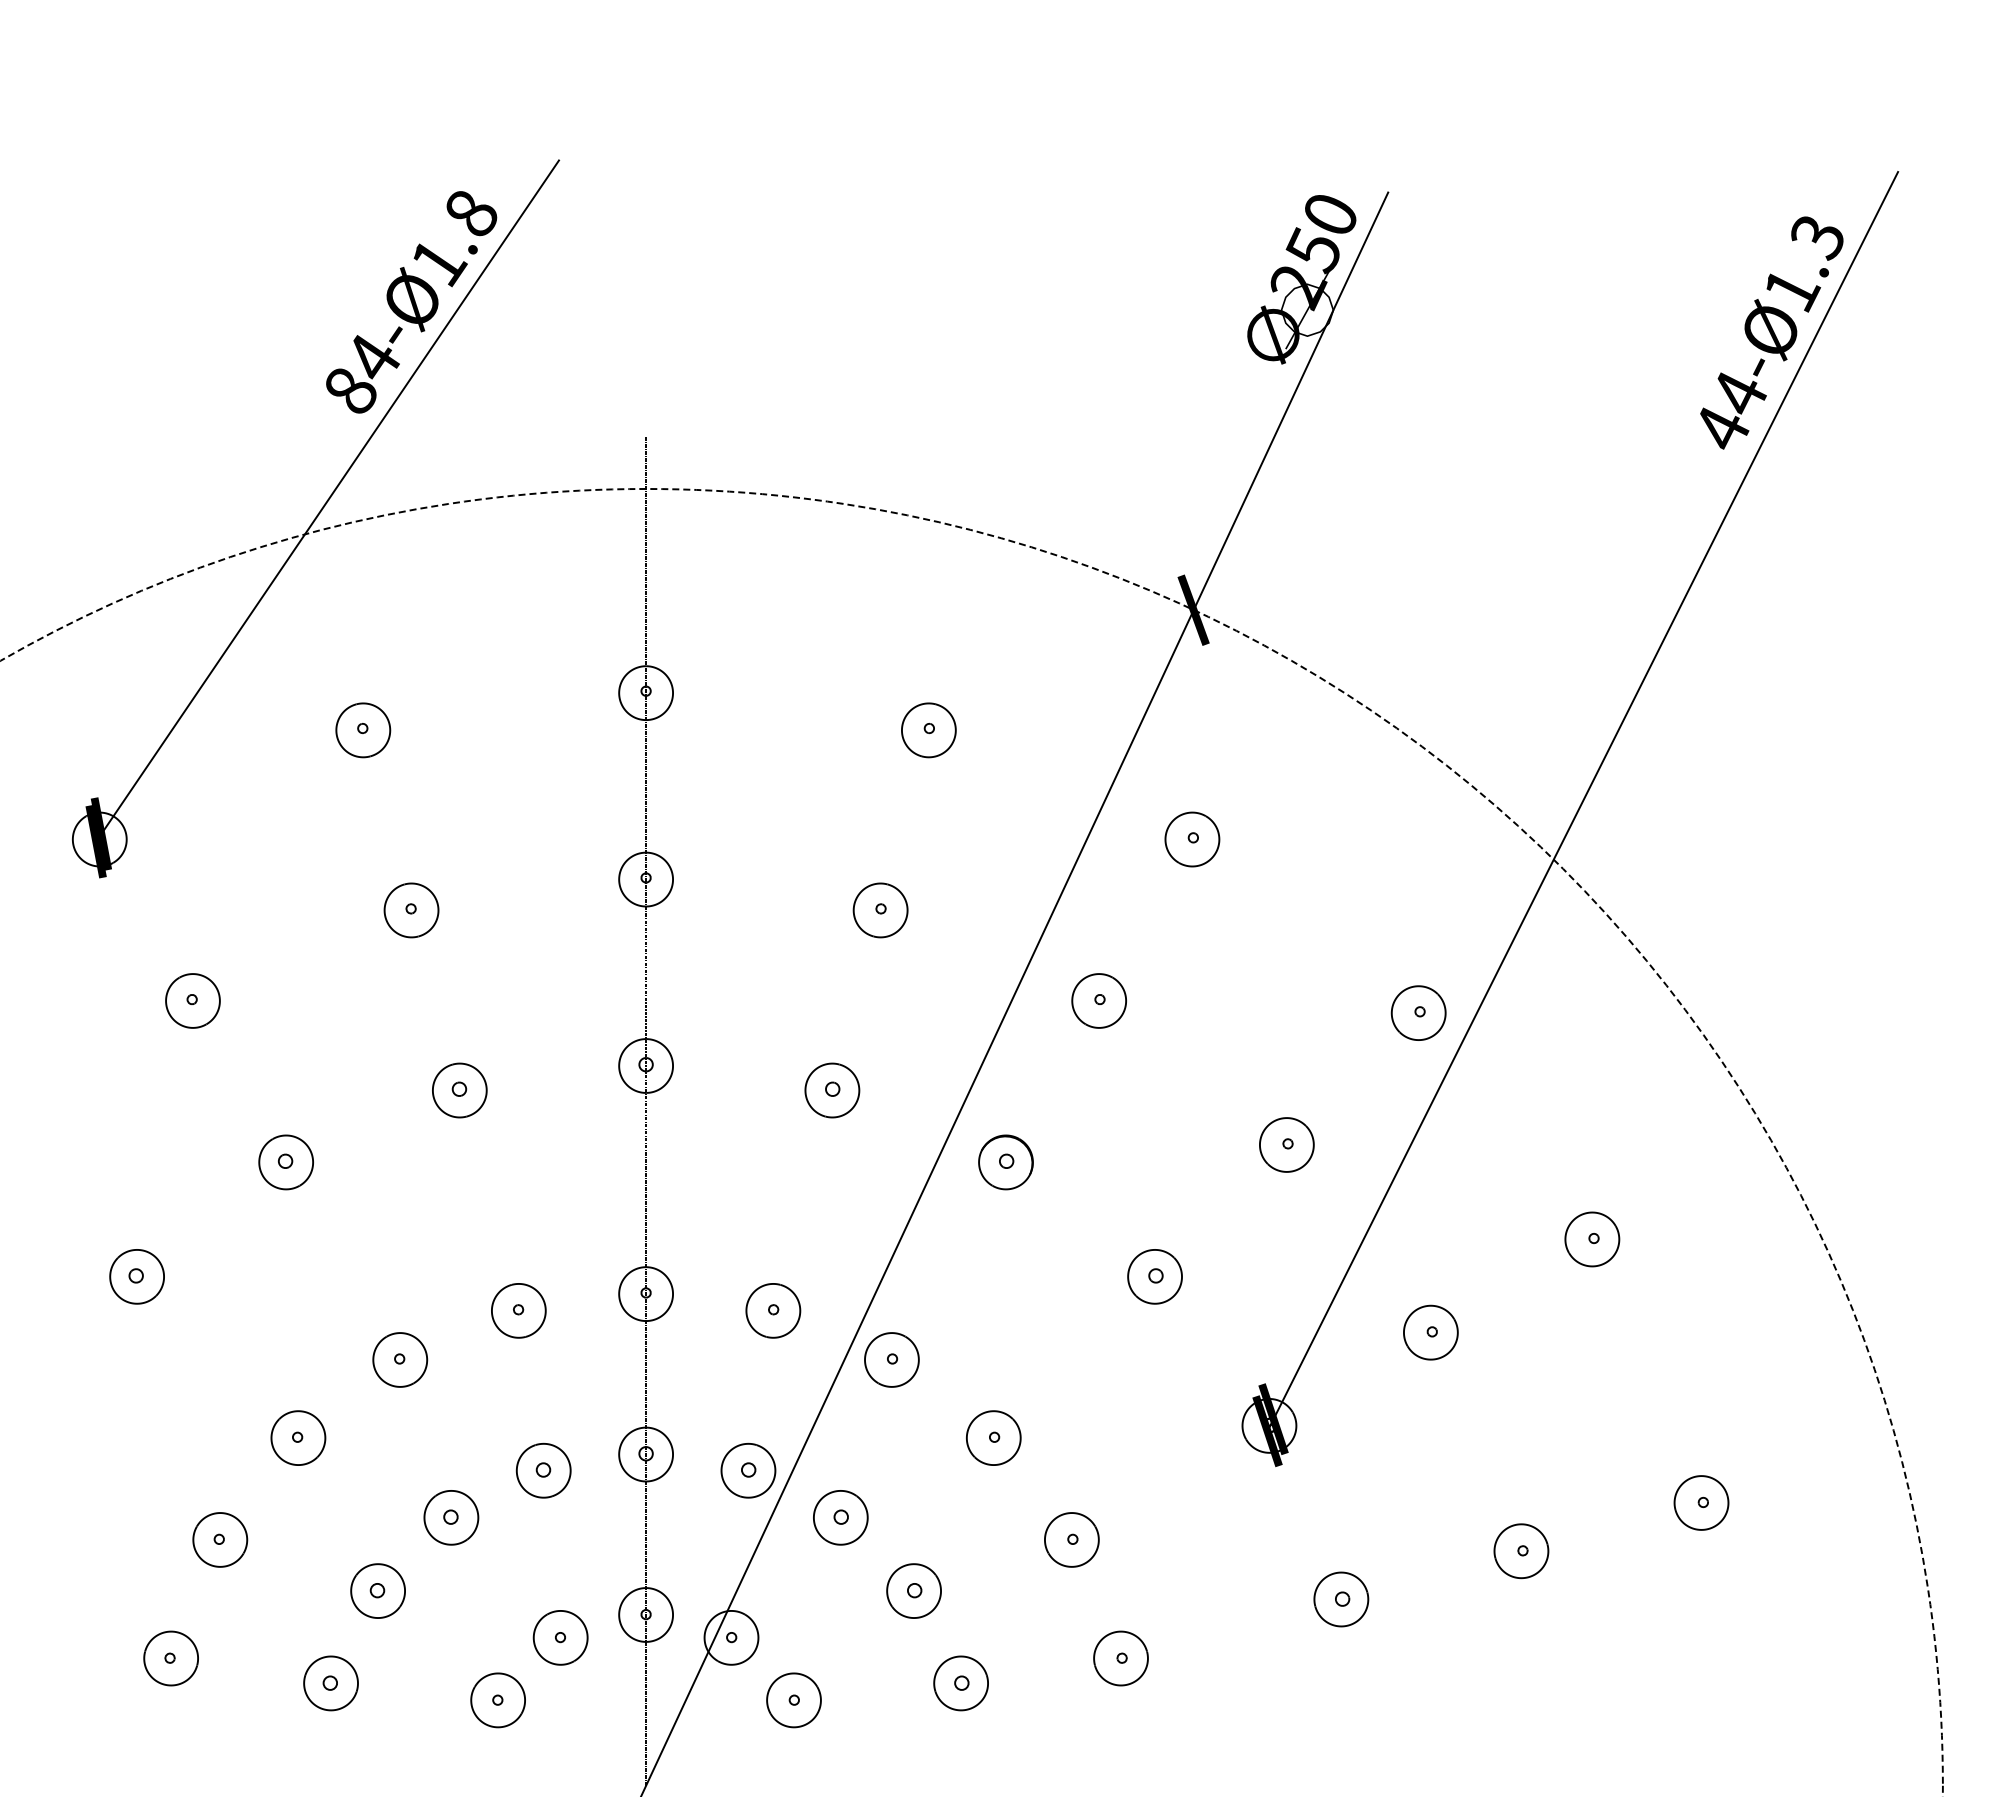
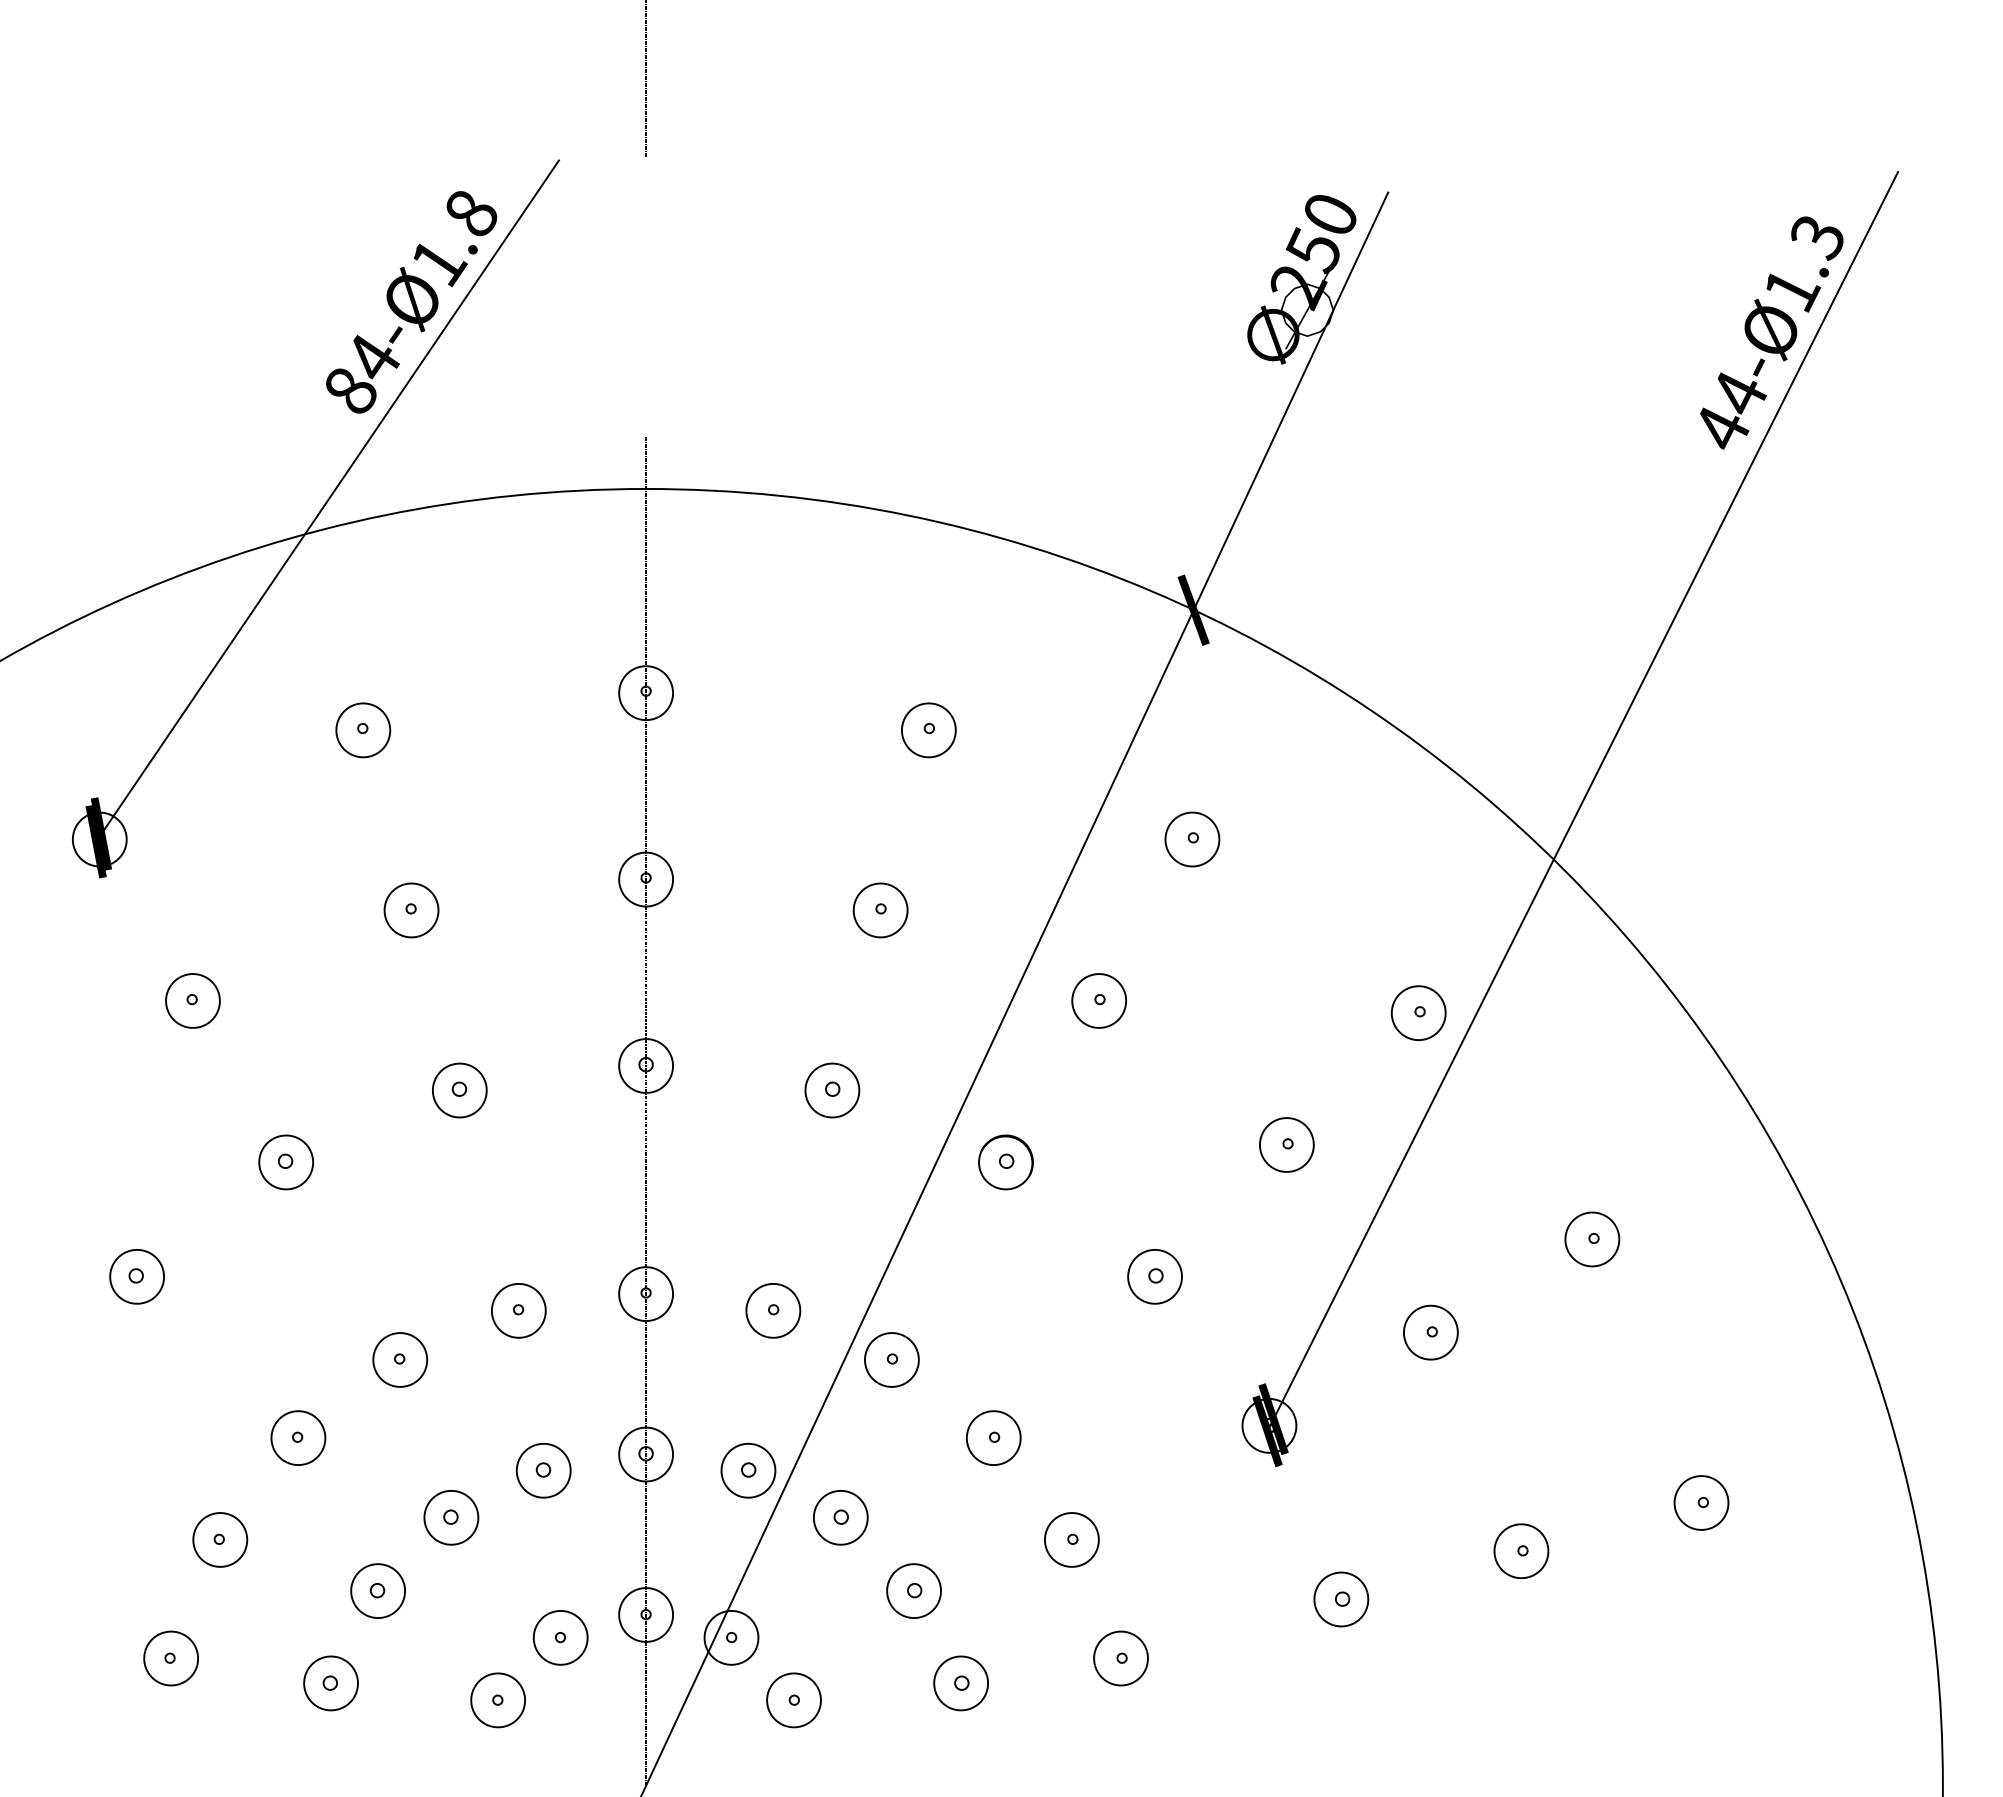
line at (646, 79): none -> present
circle at (971, 1142): dashed -> solid
